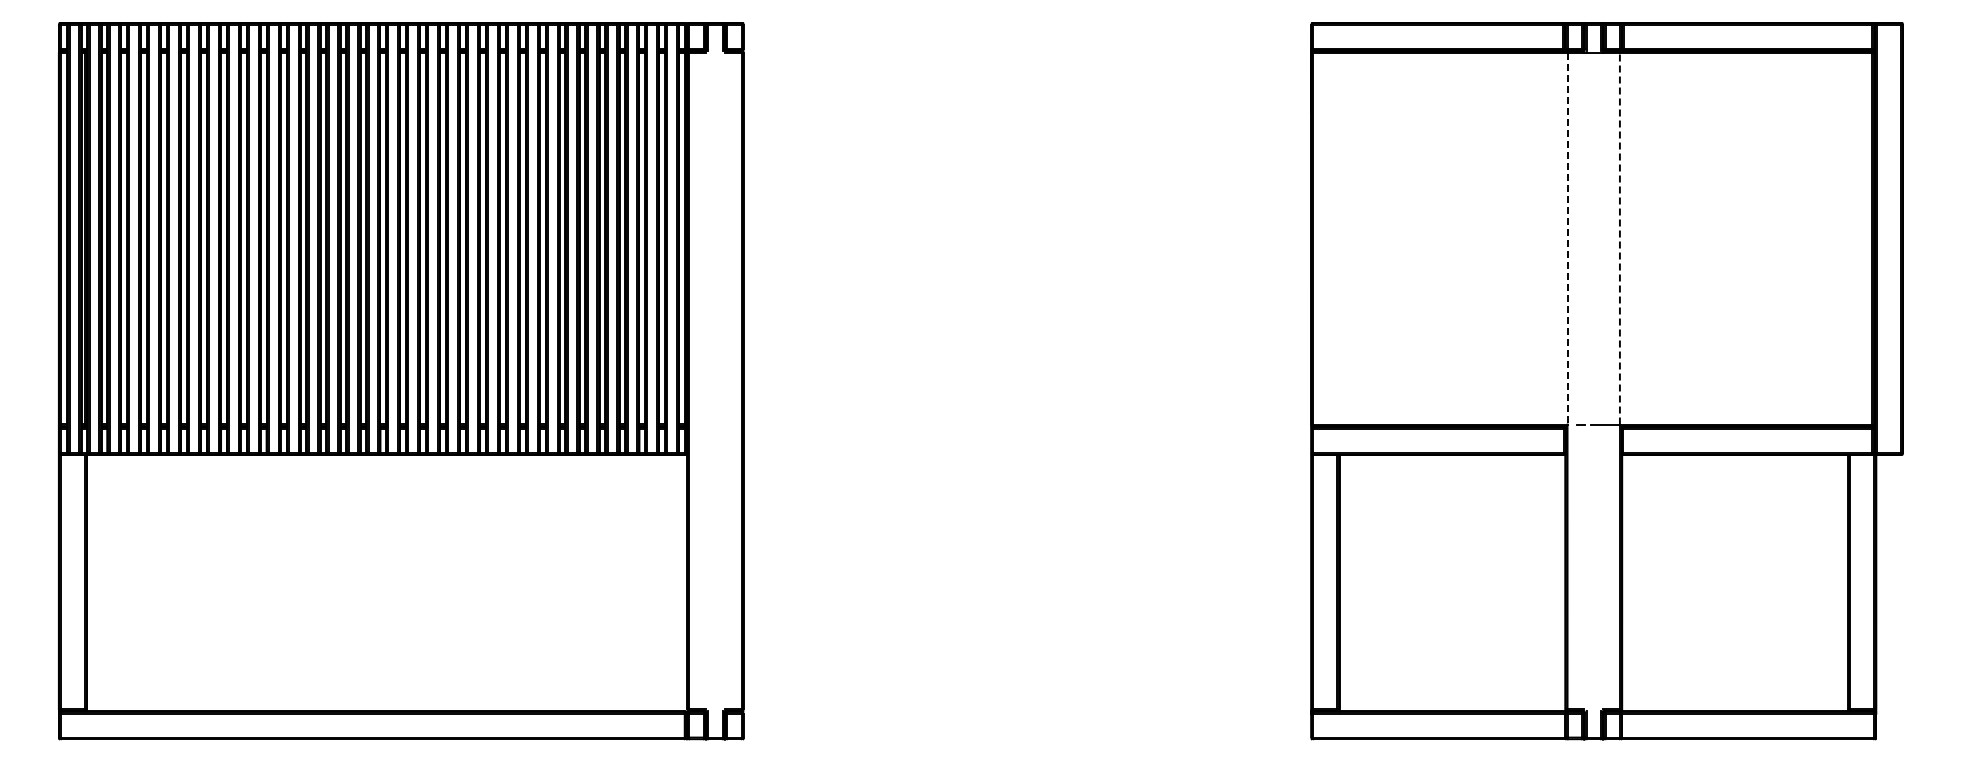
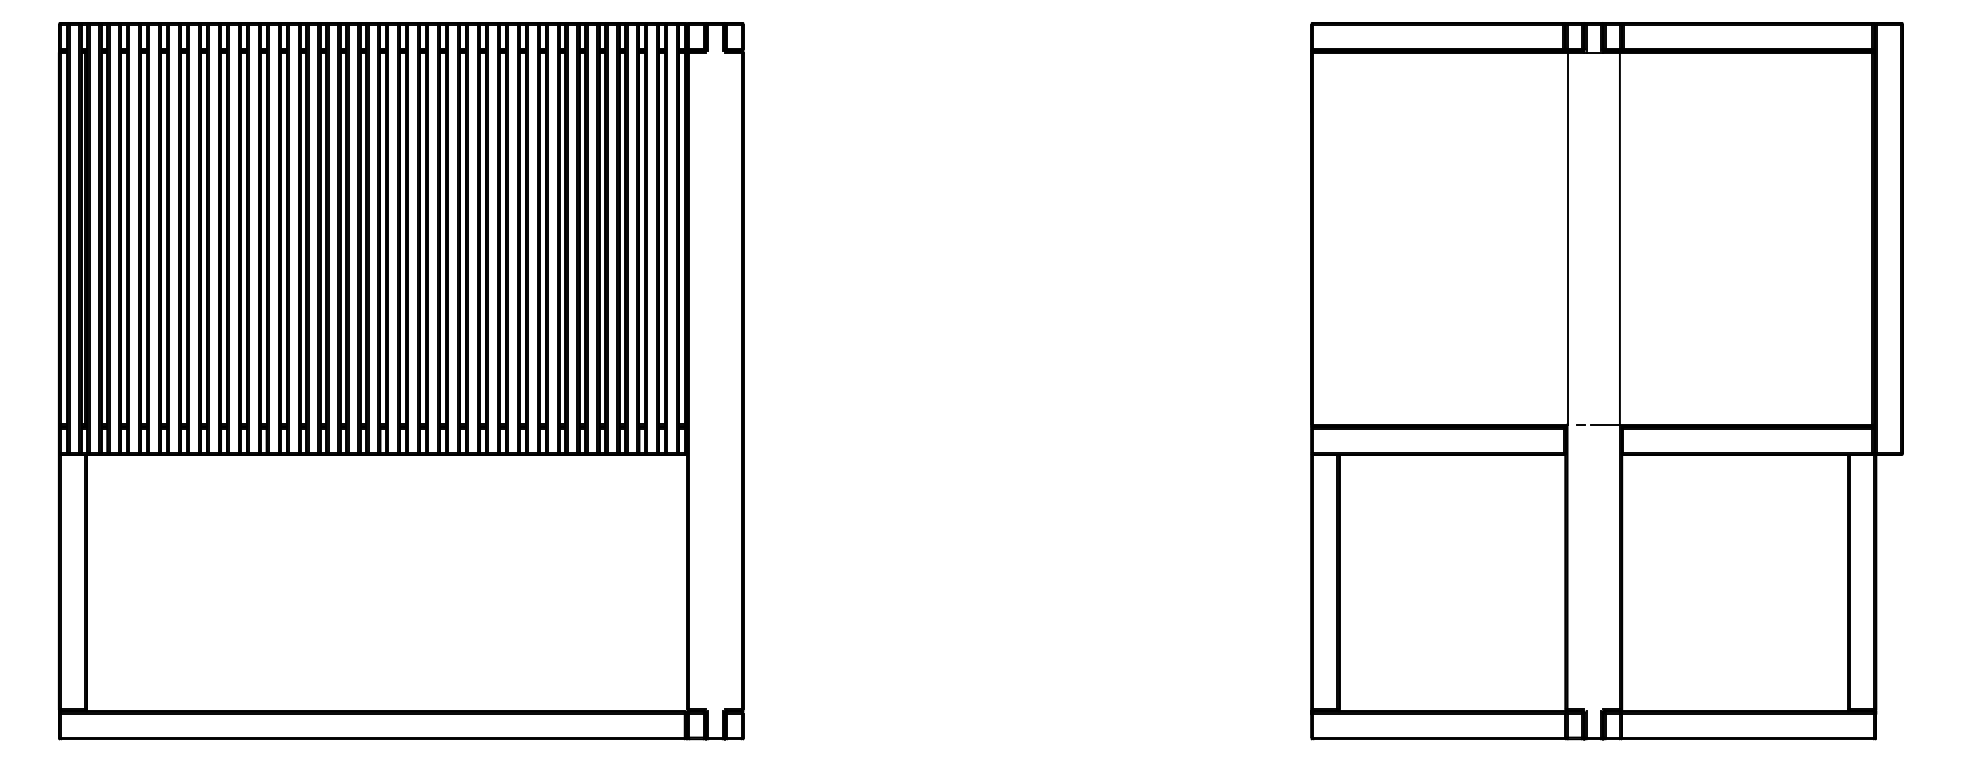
line at (1567, 238): dashed -> solid
line at (1619, 238): dashed -> solid
